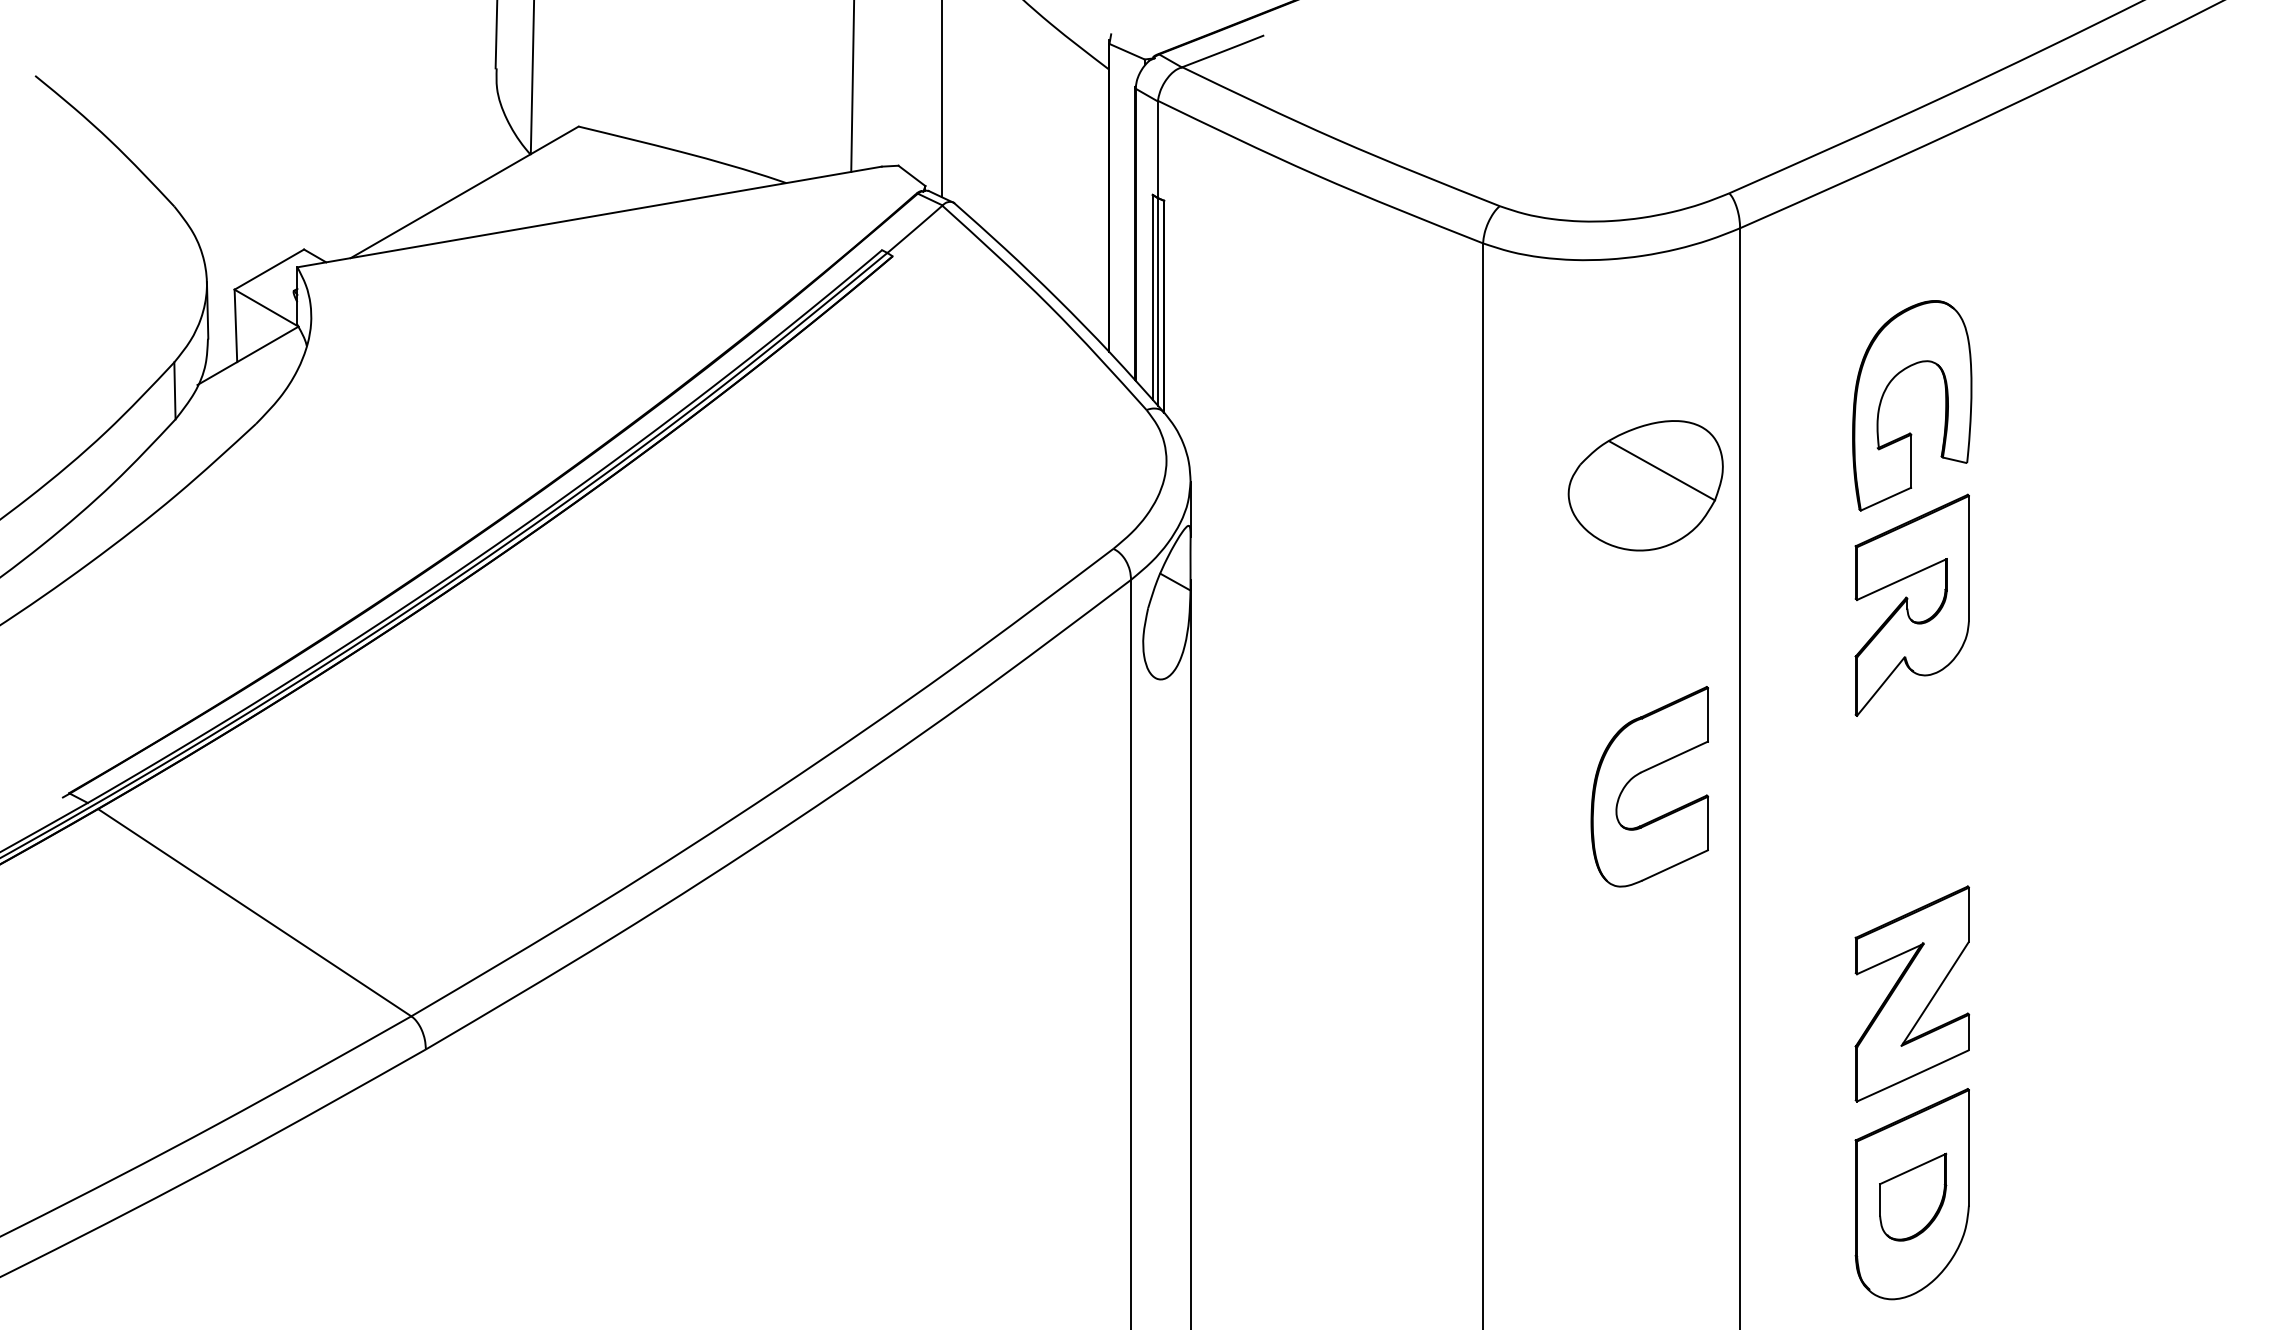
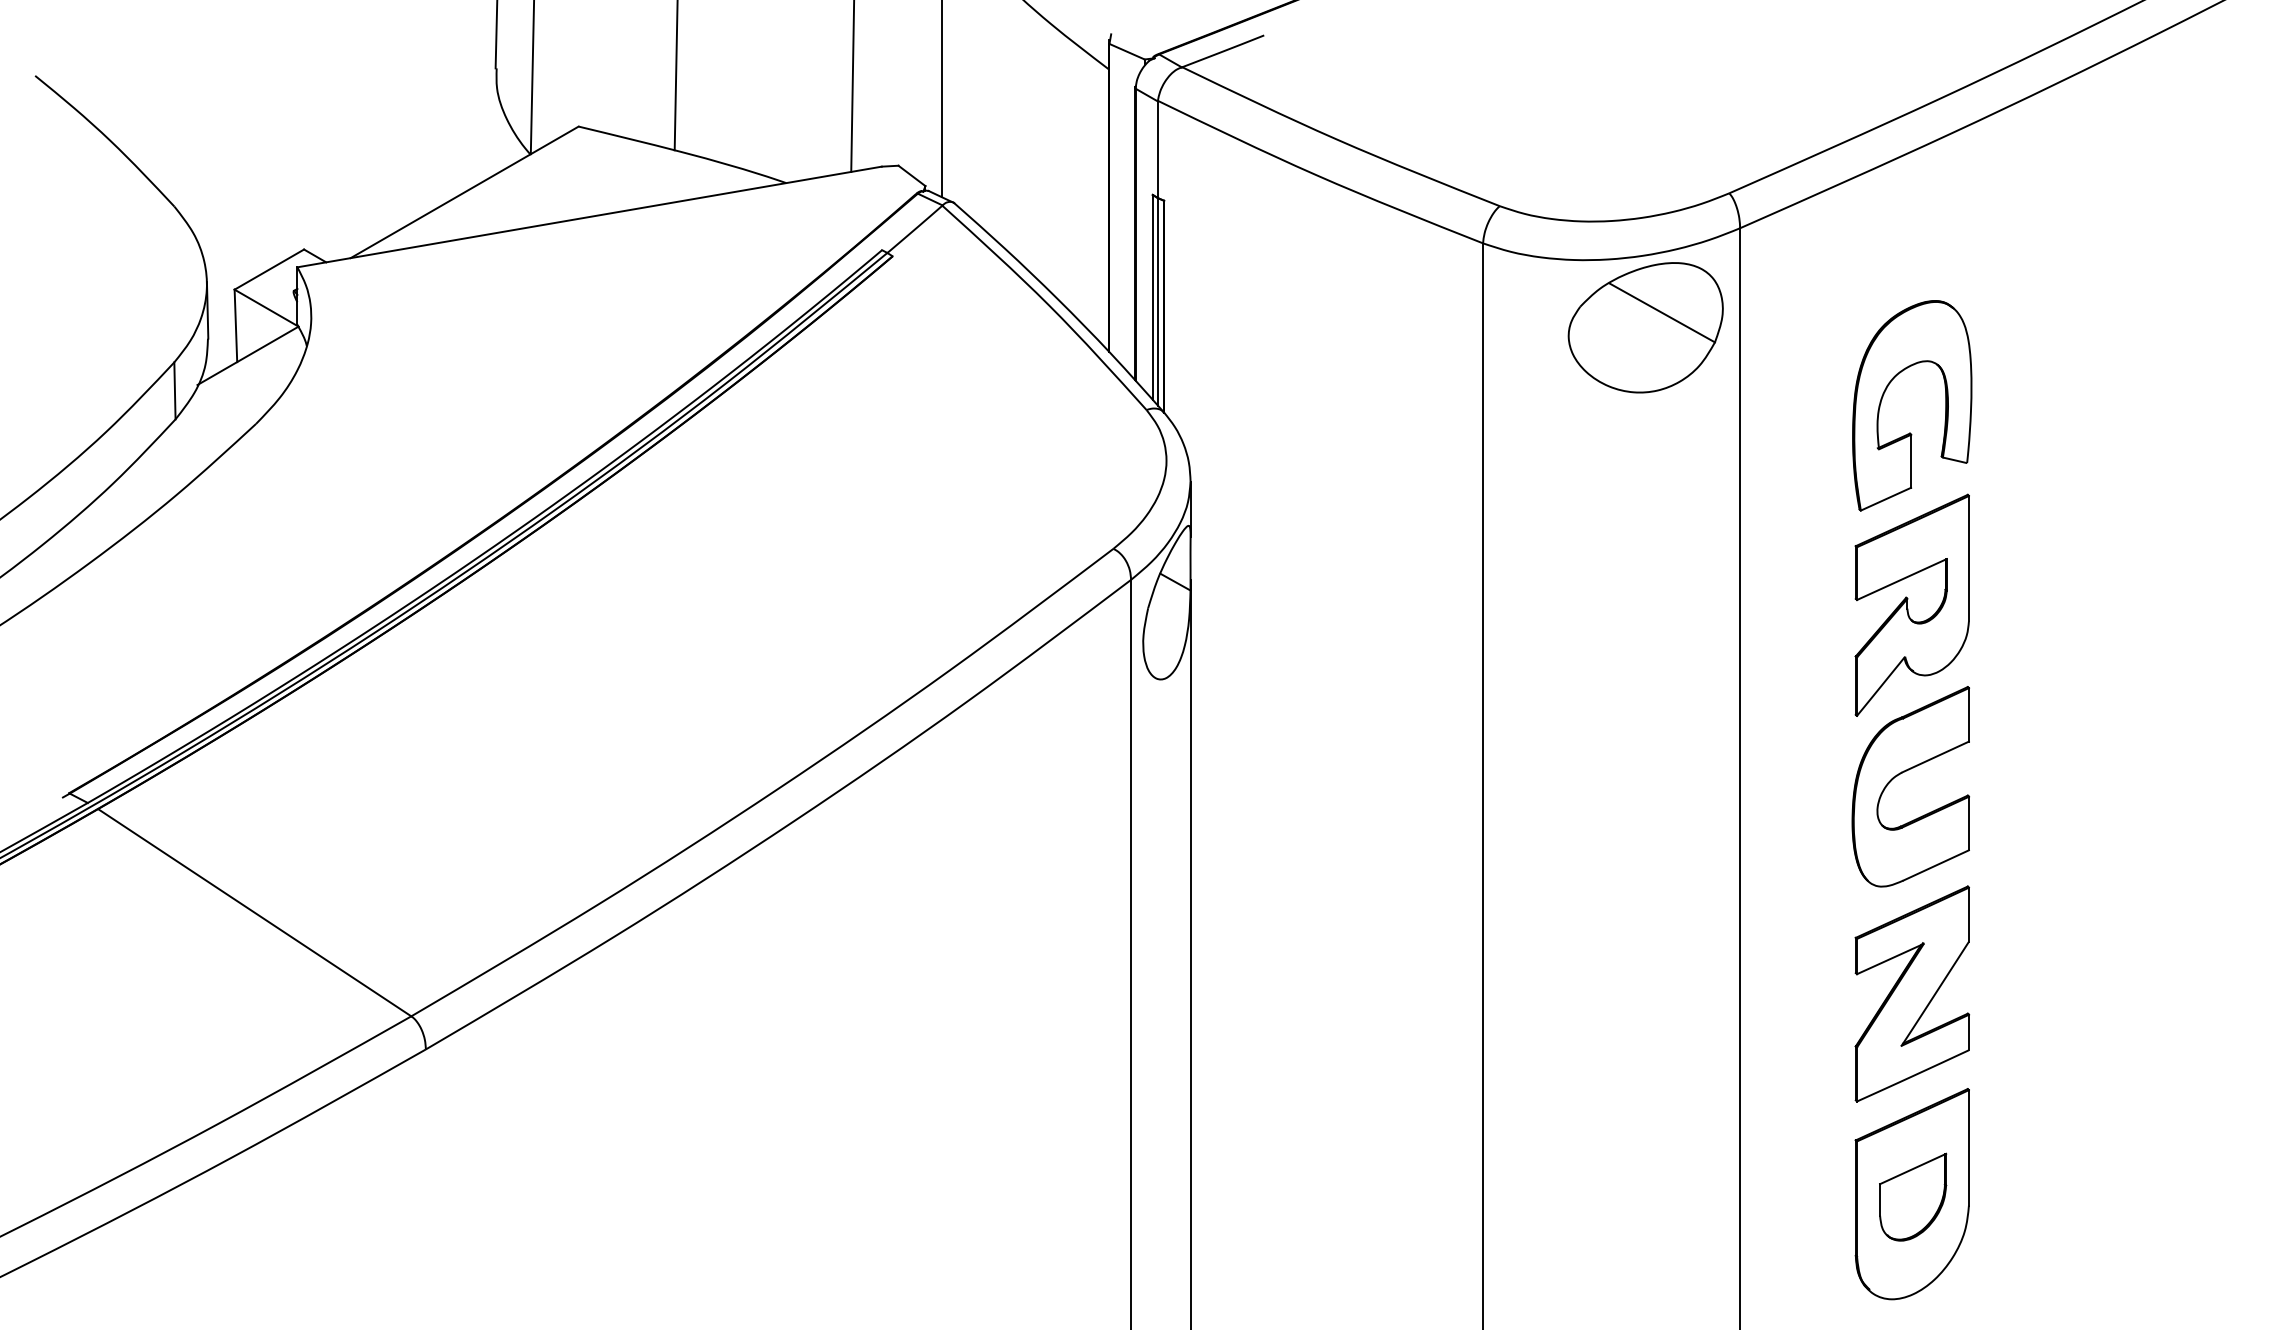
line at (675, 76): none -> present
part at (1645, 485) position: (1645, 485) -> (1645, 327)
part at (1643, 772) position: (1643, 772) -> (1904, 772)
